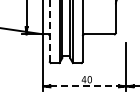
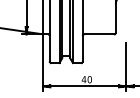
line at (49, 31): dashed -> solid
line at (85, 86): dashed -> solid
